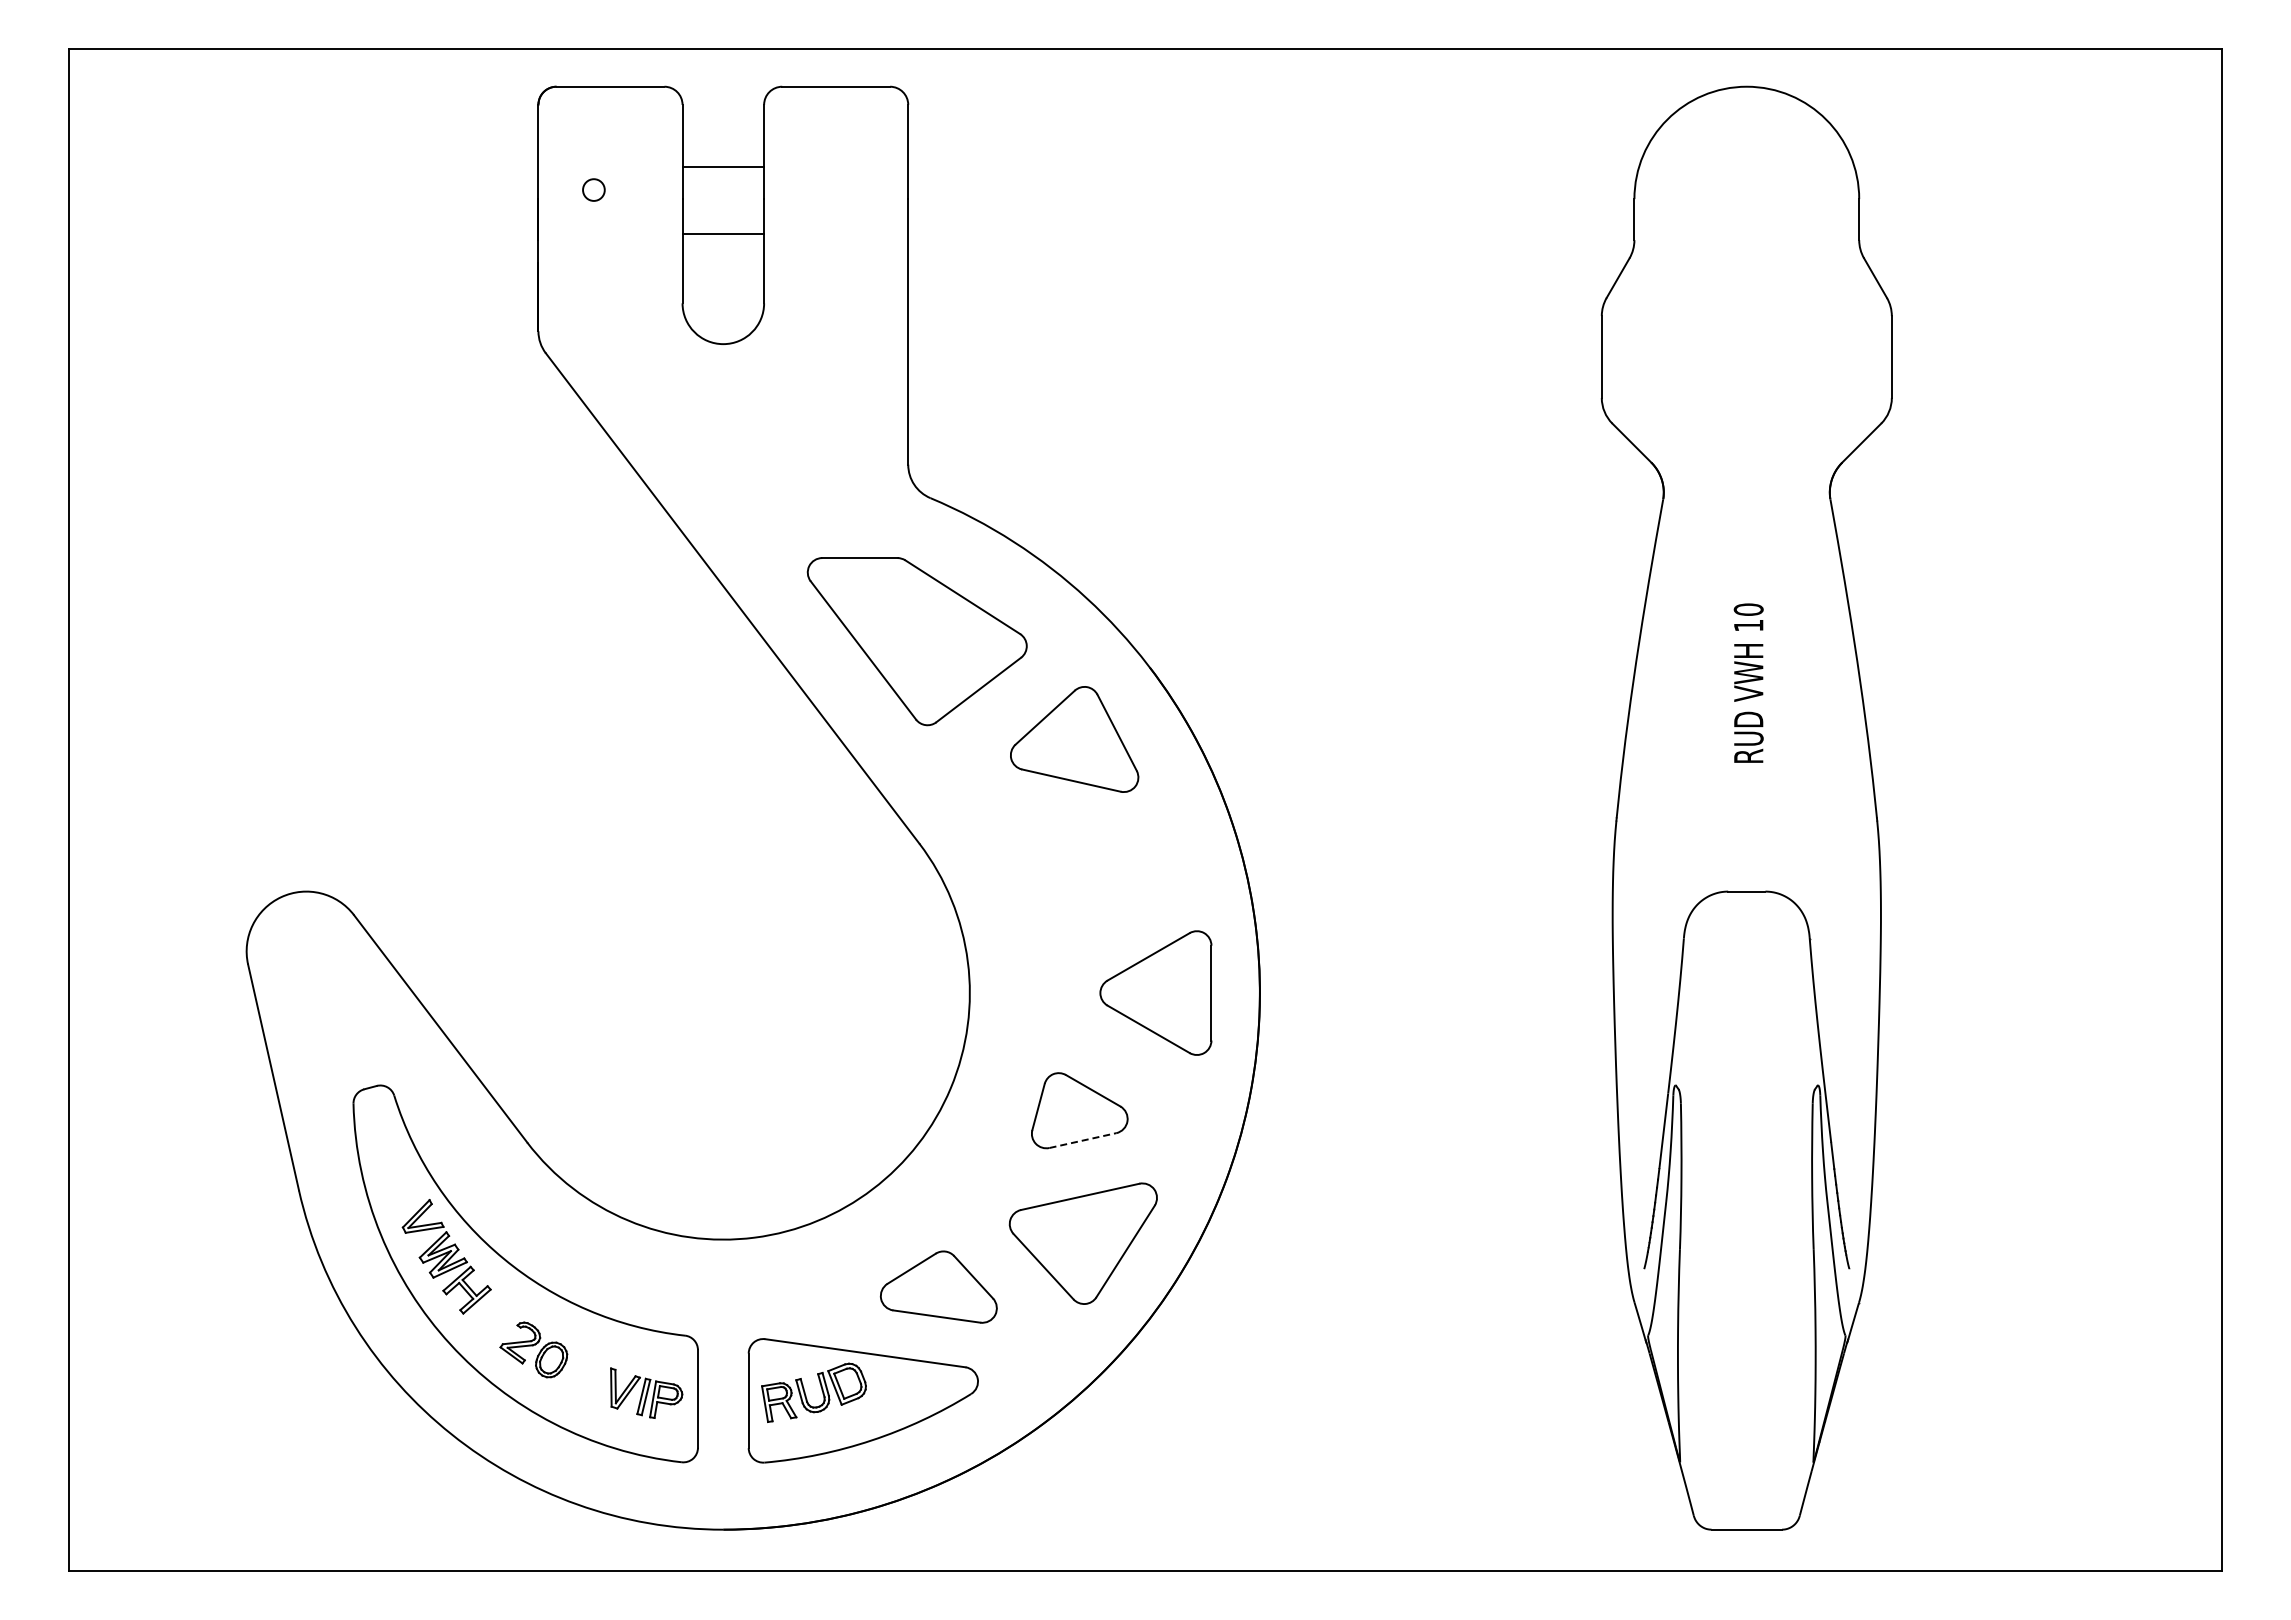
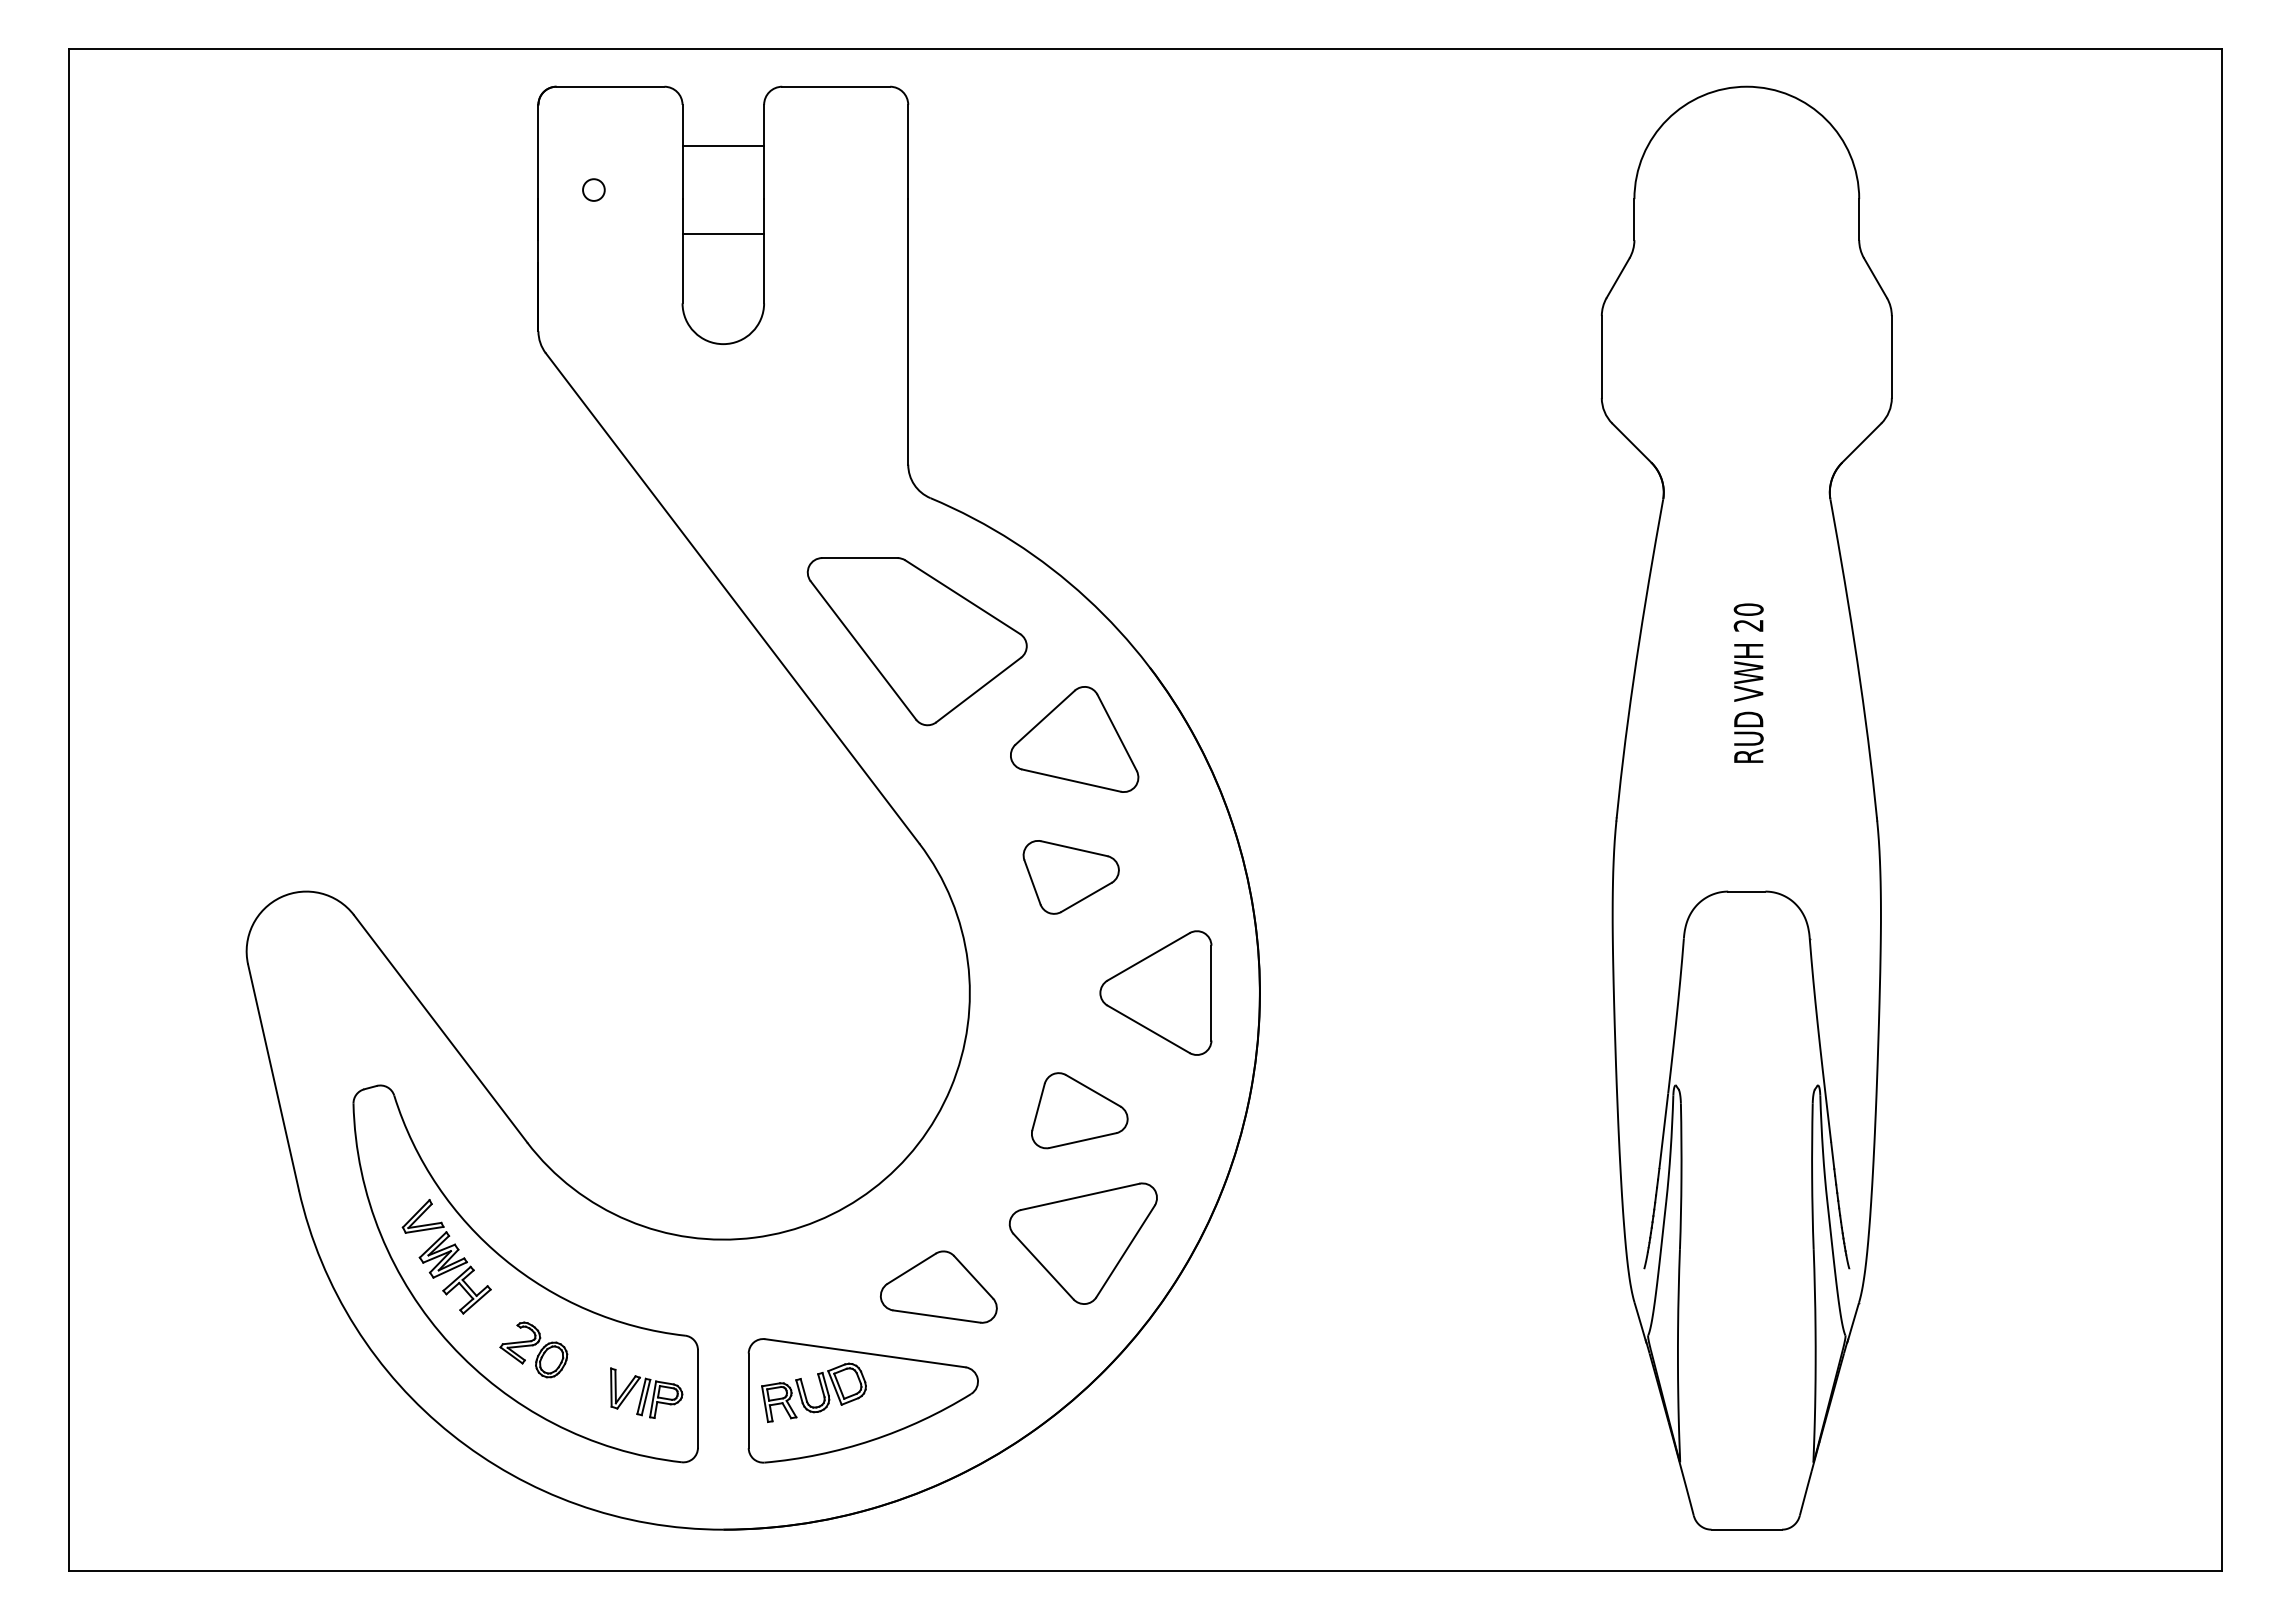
line at (723, 166) position: (723, 166) -> (723, 145)
text at (1748, 625): 10 -> 20
part at (1070, 877): none -> present
line at (1083, 1140): dashed -> solid
